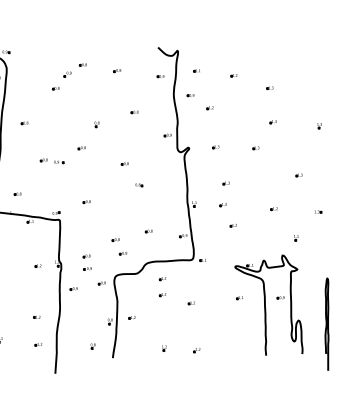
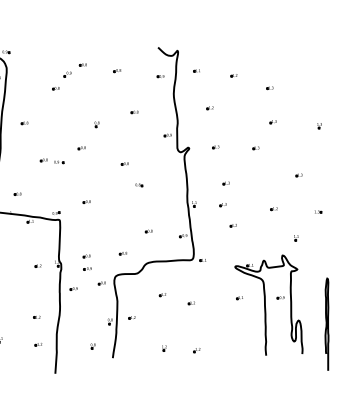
part at (190, 95): present -> none
part at (115, 239): present -> none
part at (162, 279): present -> none
